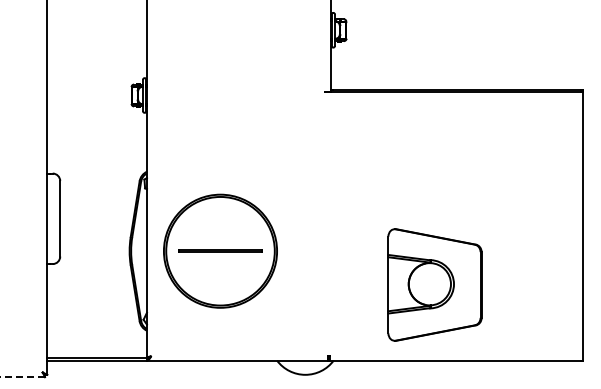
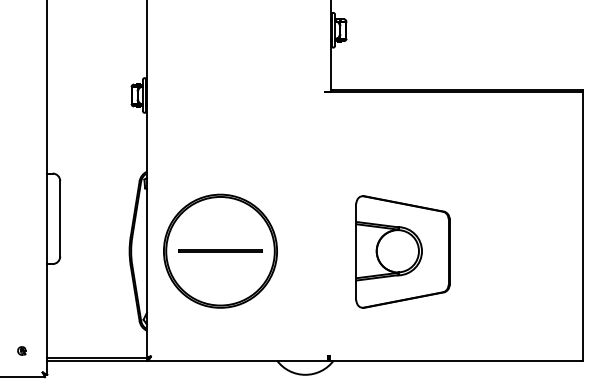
part at (434, 284) position: (434, 284) -> (402, 251)
part at (21, 350): none -> present
line at (22, 377): dashed -> solid
